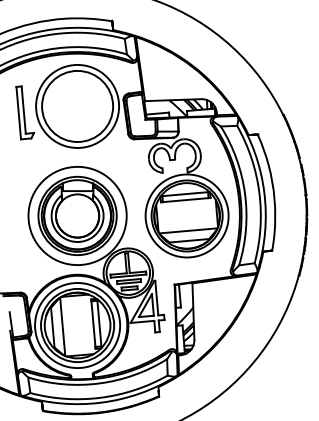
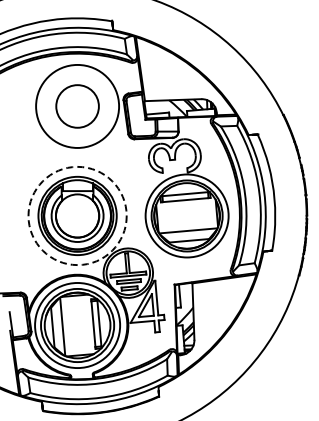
circle at (77, 106) diameter: 71 px -> 43 px
part at (24, 112): present -> none
circle at (77, 215): solid -> dashed
